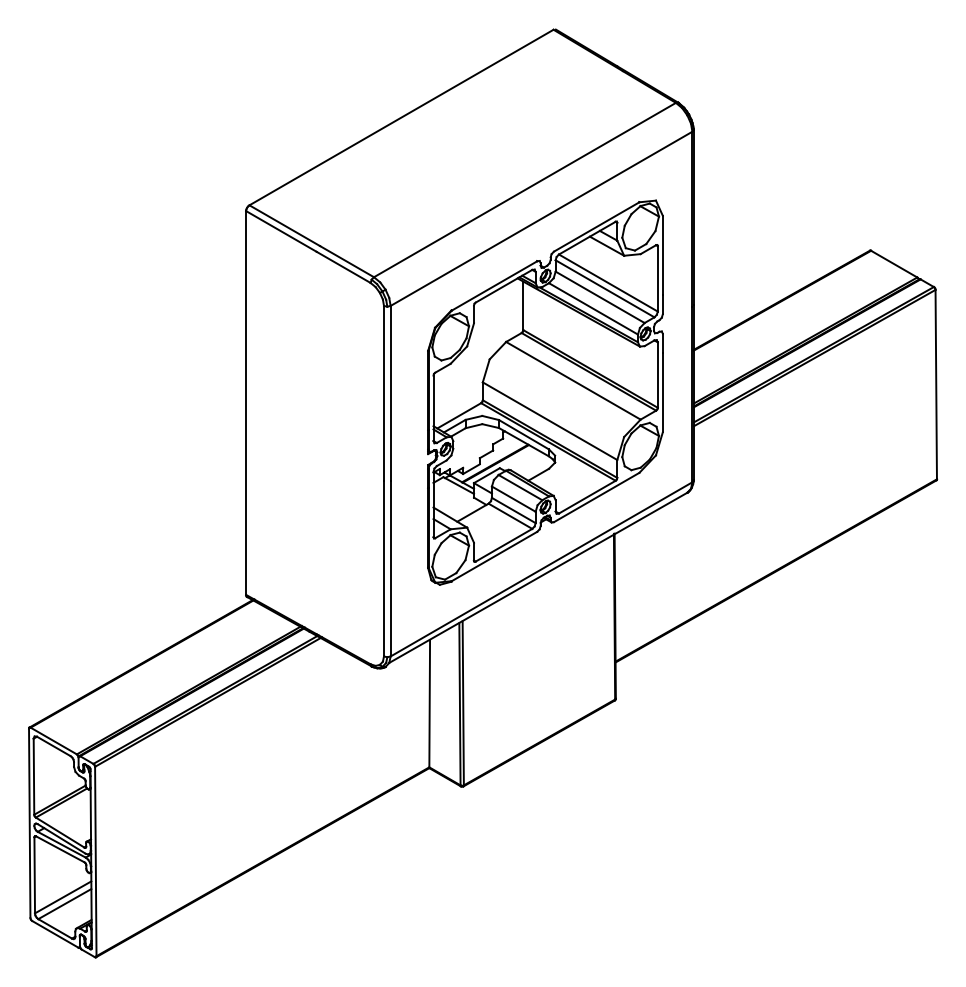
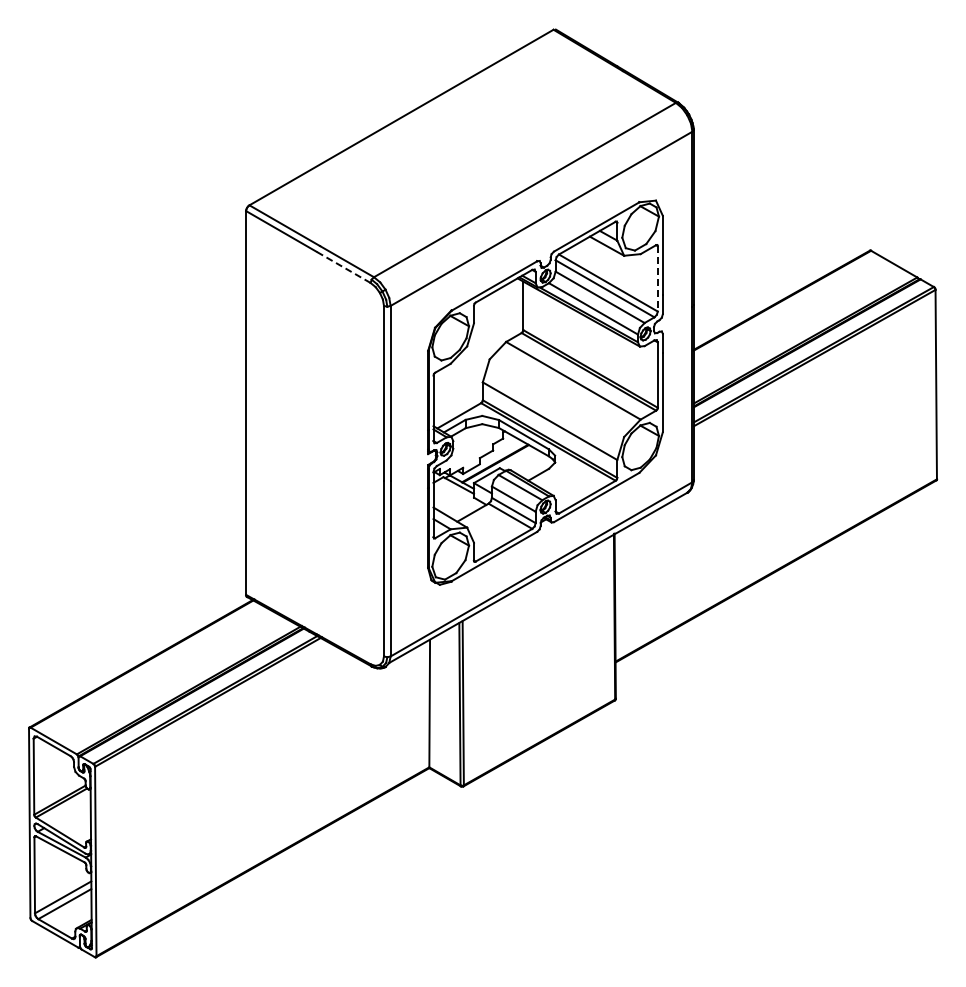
line at (343, 267): solid -> dashed
line at (657, 278): solid -> dashed
